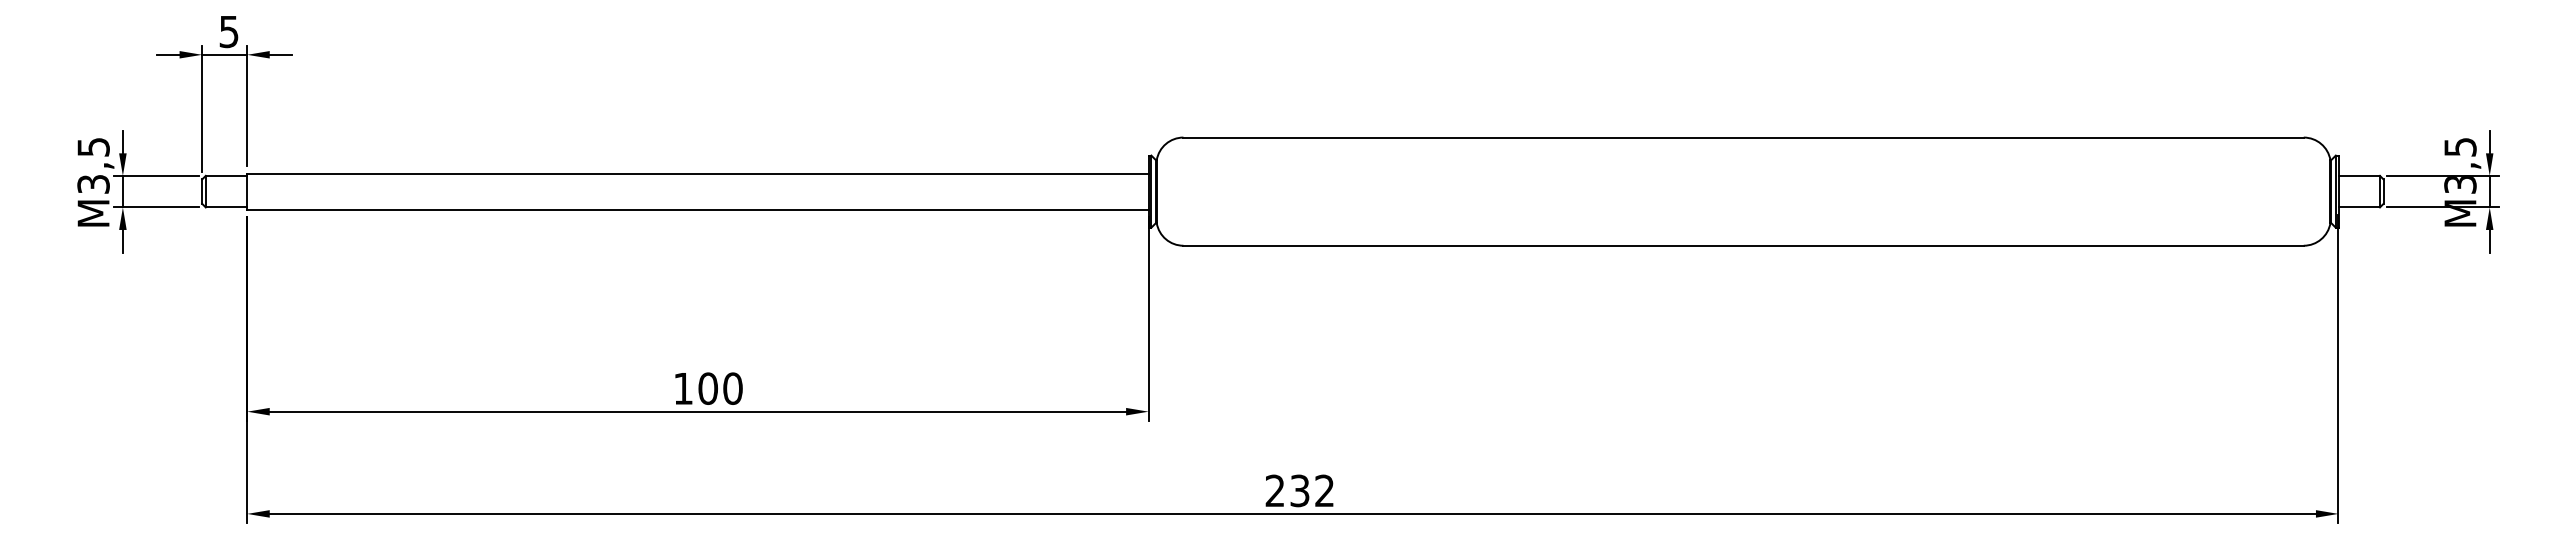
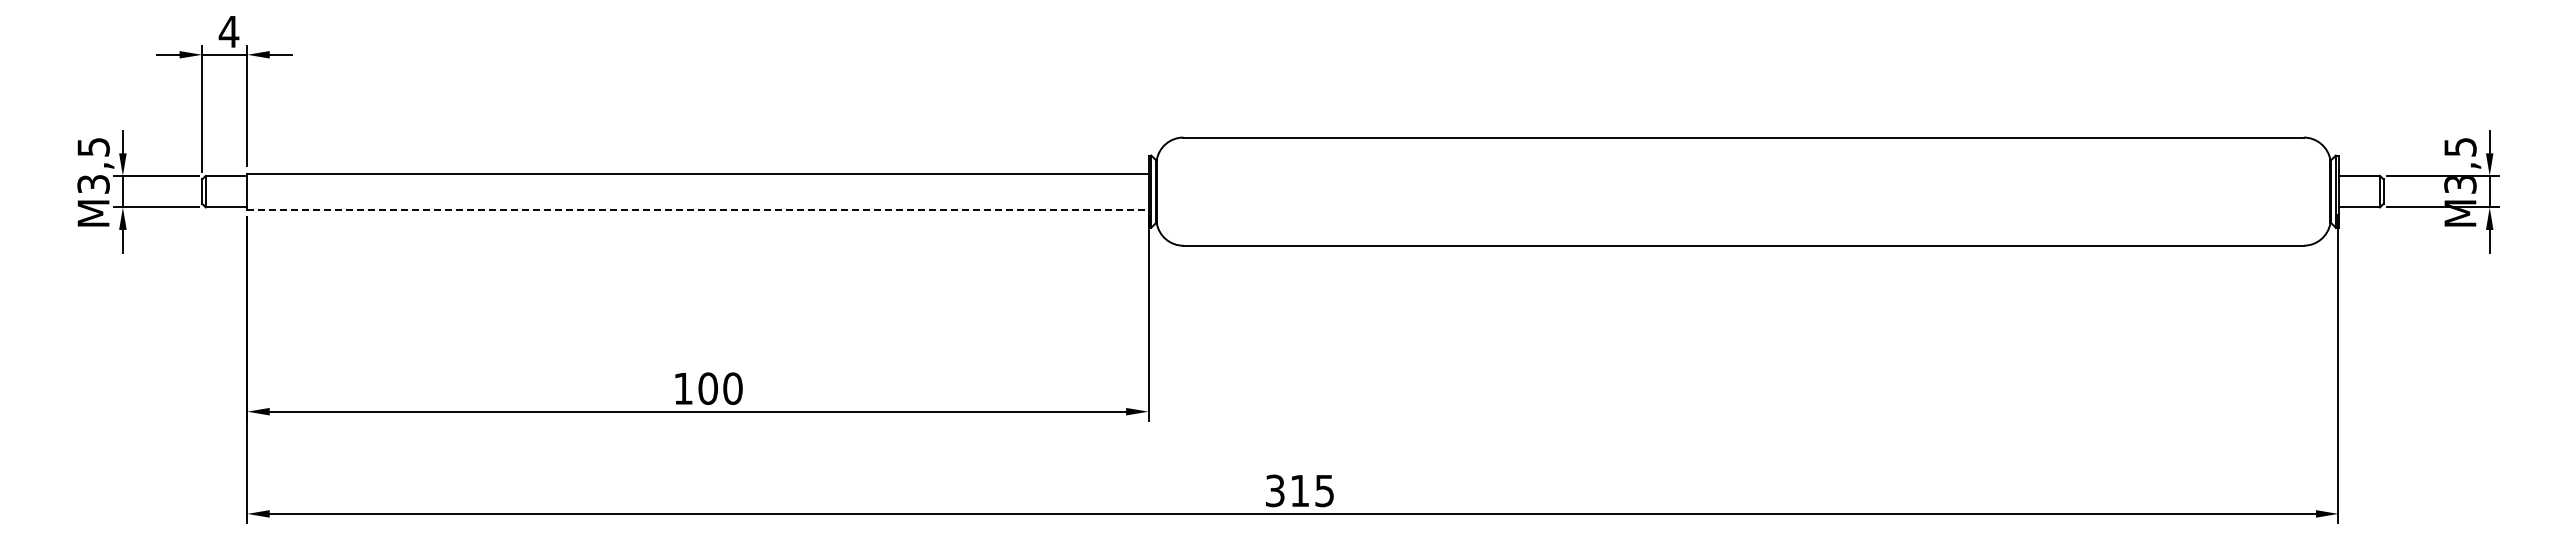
text at (228, 32): 5 -> 4
line at (697, 209): solid -> dashed
text at (1299, 490): 232 -> 315
